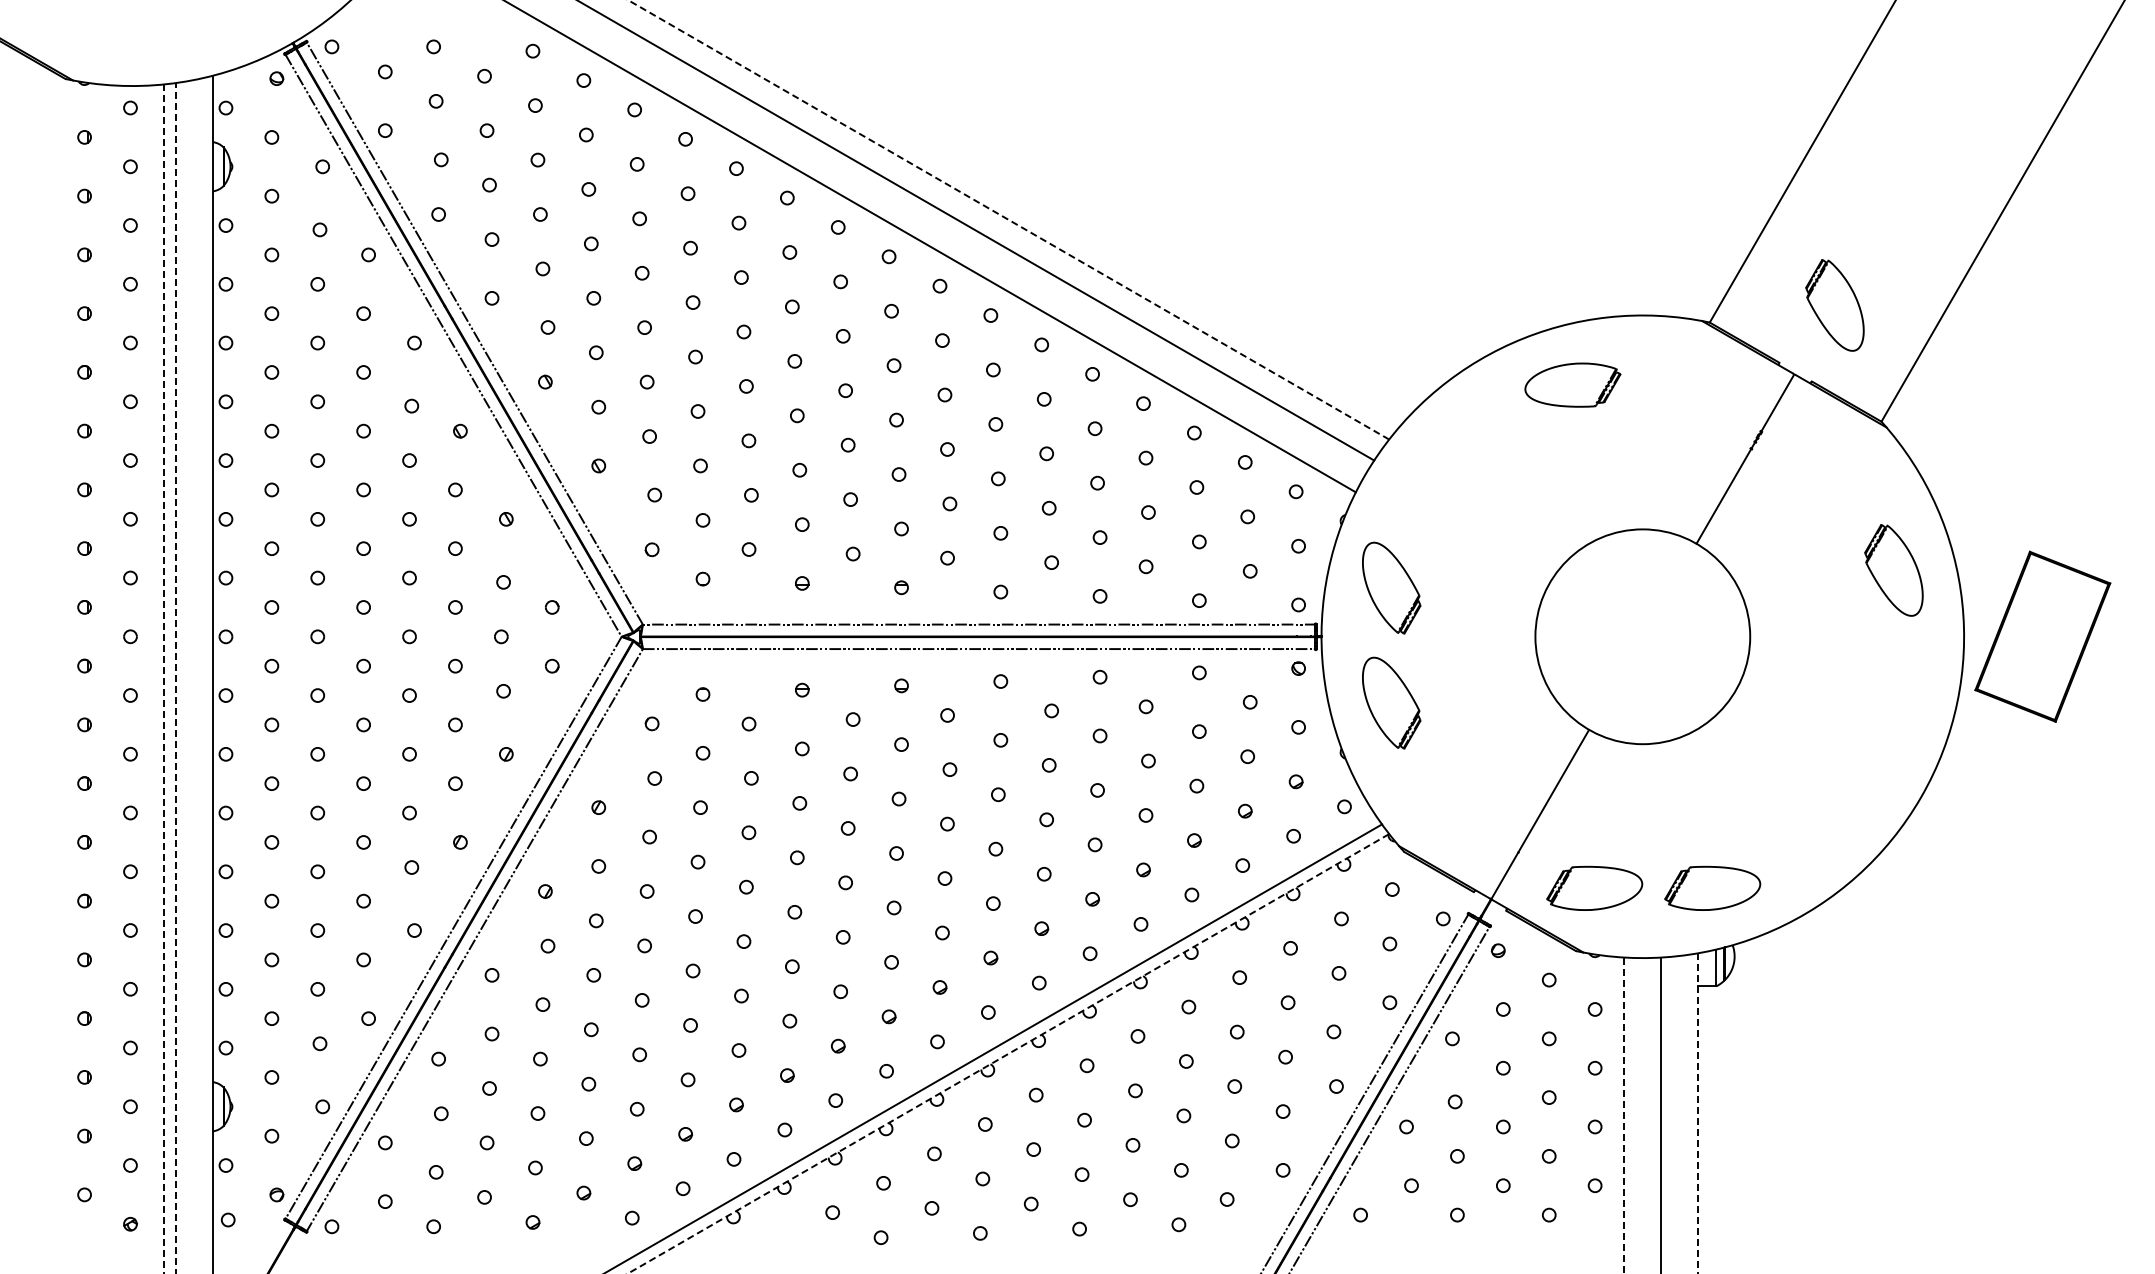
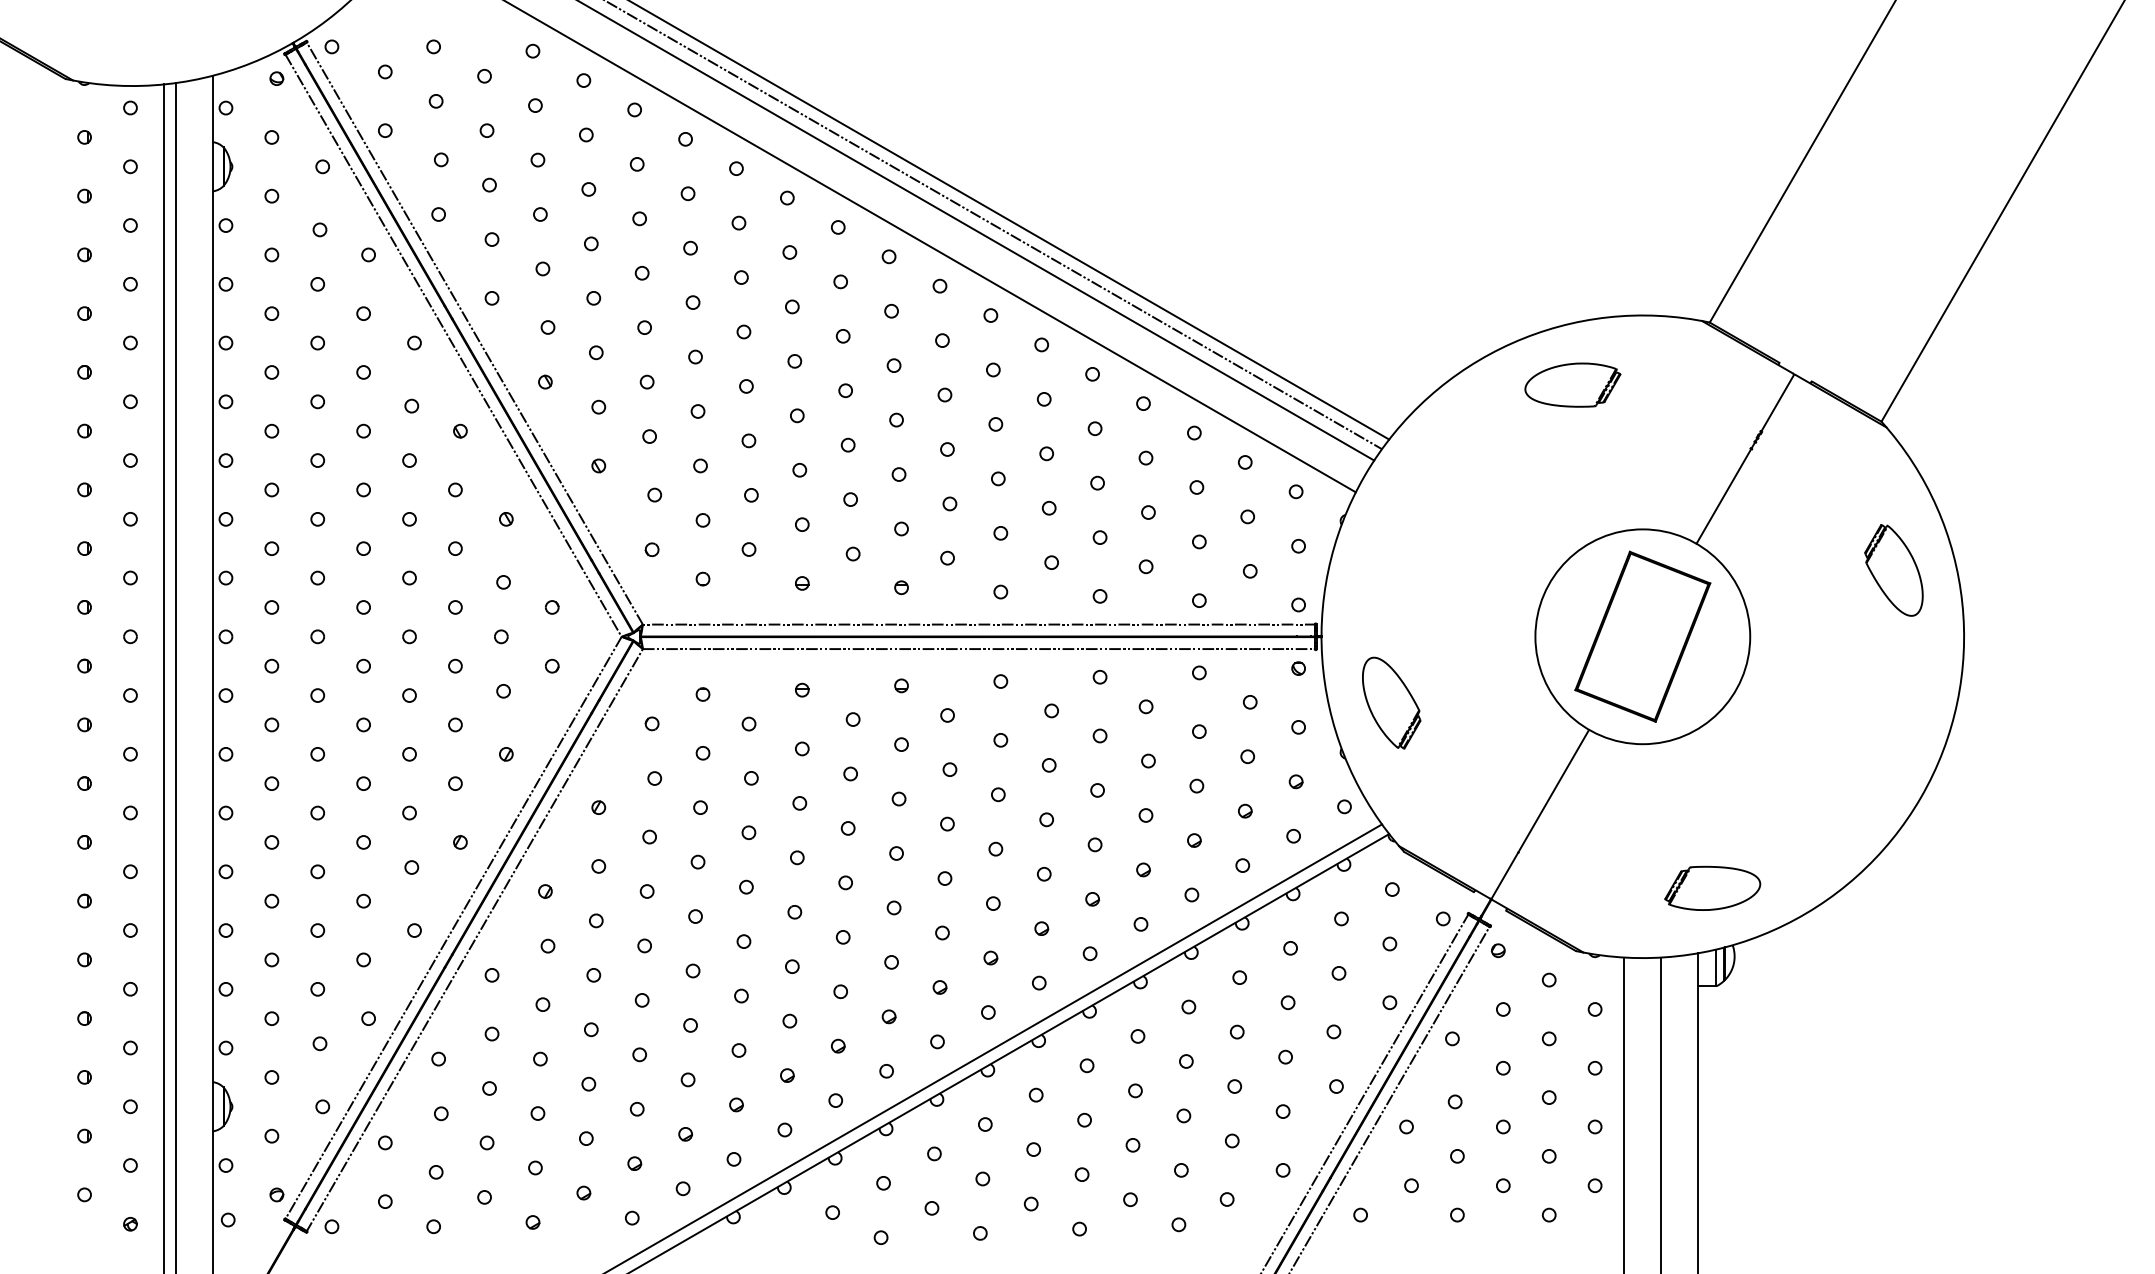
line at (1008, 219): dashed -> solid
line at (995, 225): none -> present
part at (1834, 305): present -> none
part at (1391, 587): present -> none
part at (2042, 636) position: (2042, 636) -> (1642, 636)
line at (176, 677): dashed -> solid
line at (164, 679): dashed -> solid
part at (1594, 887): present -> none
line at (1008, 1053): dashed -> solid
line at (1697, 1113): dashed -> solid
line at (1624, 1115): dashed -> solid
